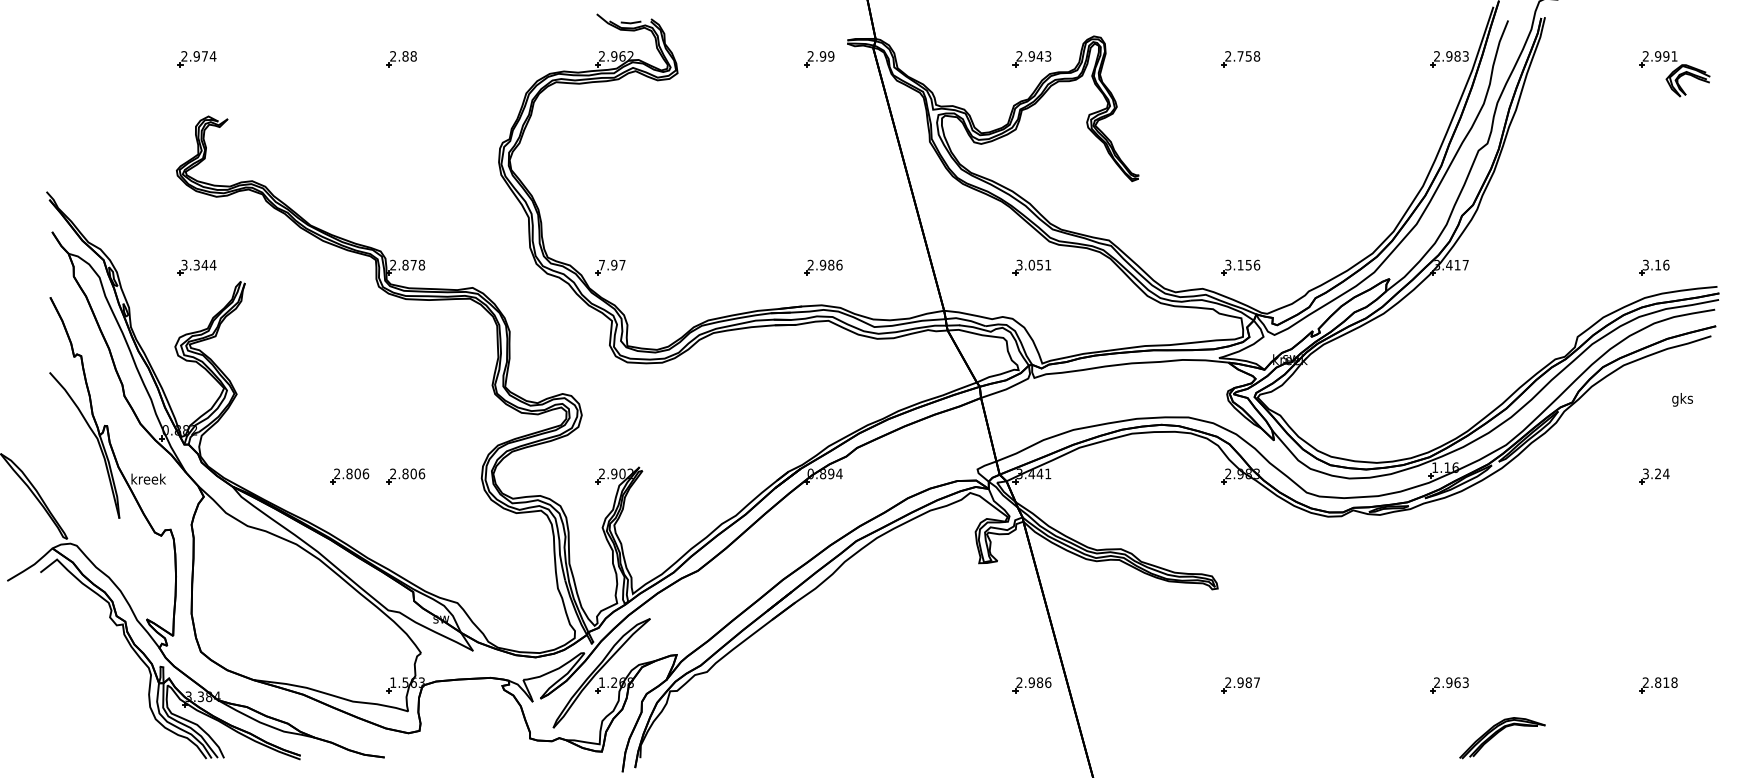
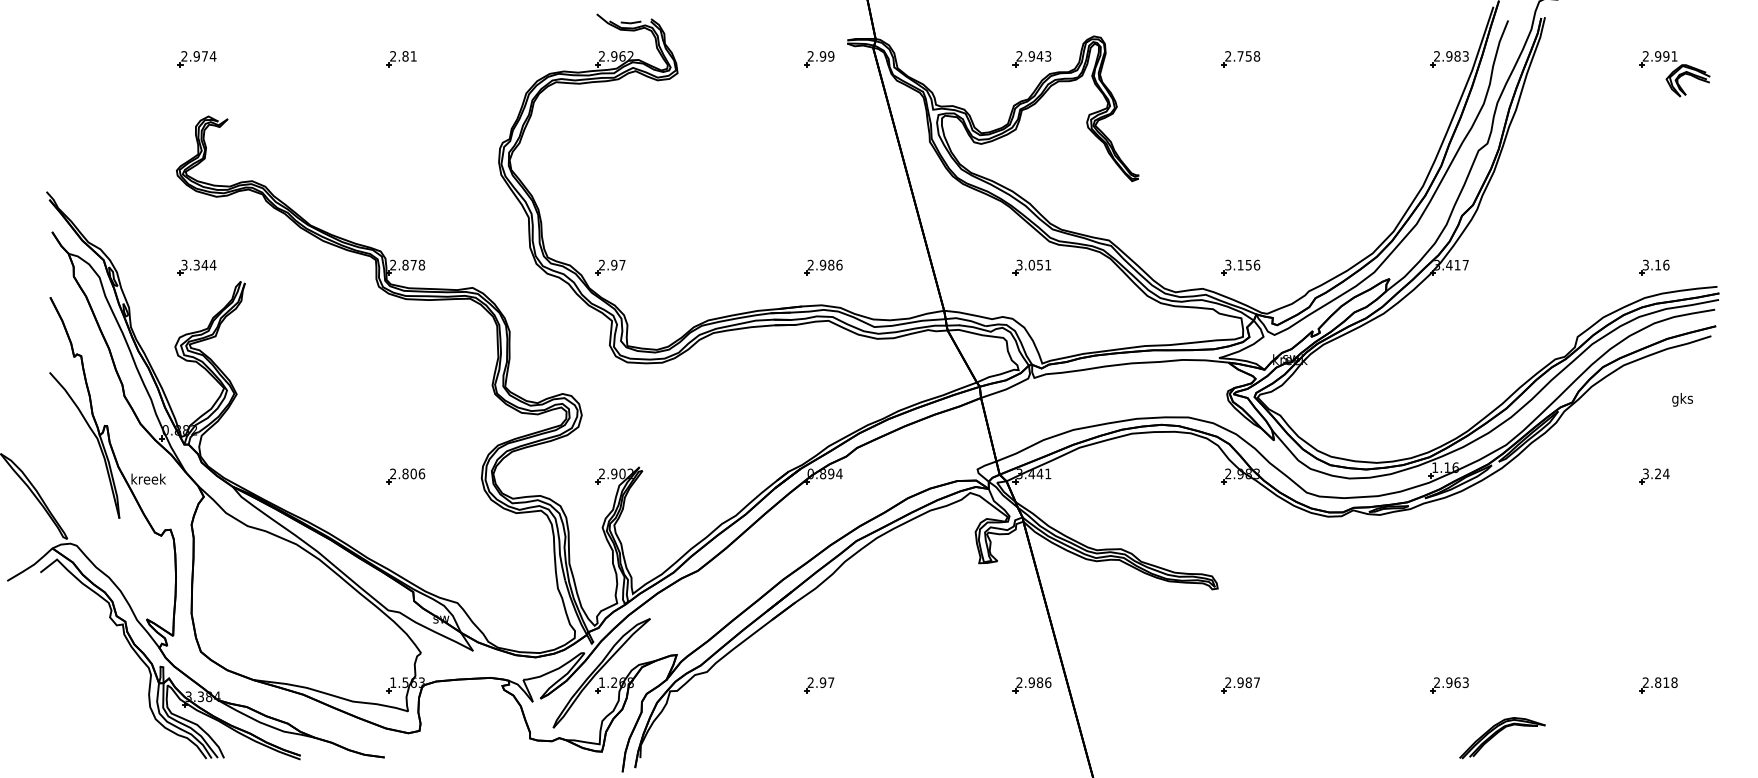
text at (413, 56): 2.88 -> 2.81
text at (601, 264): 7.97 -> 2.97
part at (349, 476): present -> none
part at (819, 685): none -> present
